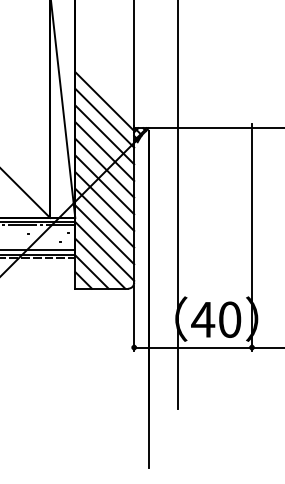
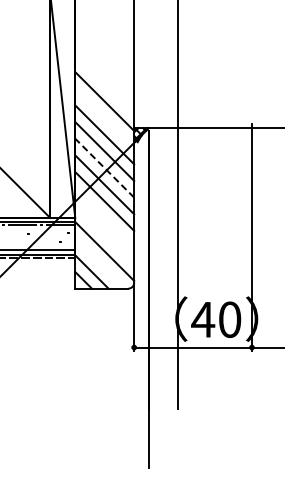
line at (104, 117): present -> none
line at (104, 168): solid -> dashed
line at (104, 217): present -> none
line at (104, 234): present -> none
line at (100, 263): present -> none
